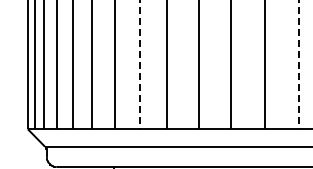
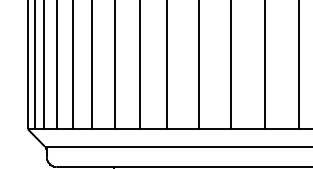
line at (139, 65): dashed -> solid
line at (298, 65): dashed -> solid
